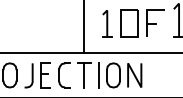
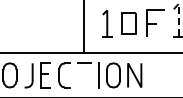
line at (179, 16): solid -> dashed
part at (129, 23) size: 19x29 px -> 16x23 px
line at (84, 75): present -> none
